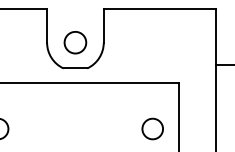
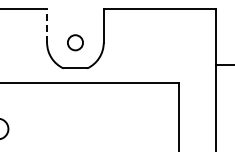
line at (47, 25): solid -> dashed
circle at (75, 42) size: 25x24 px -> 17x18 px
circle at (152, 128): present -> none
